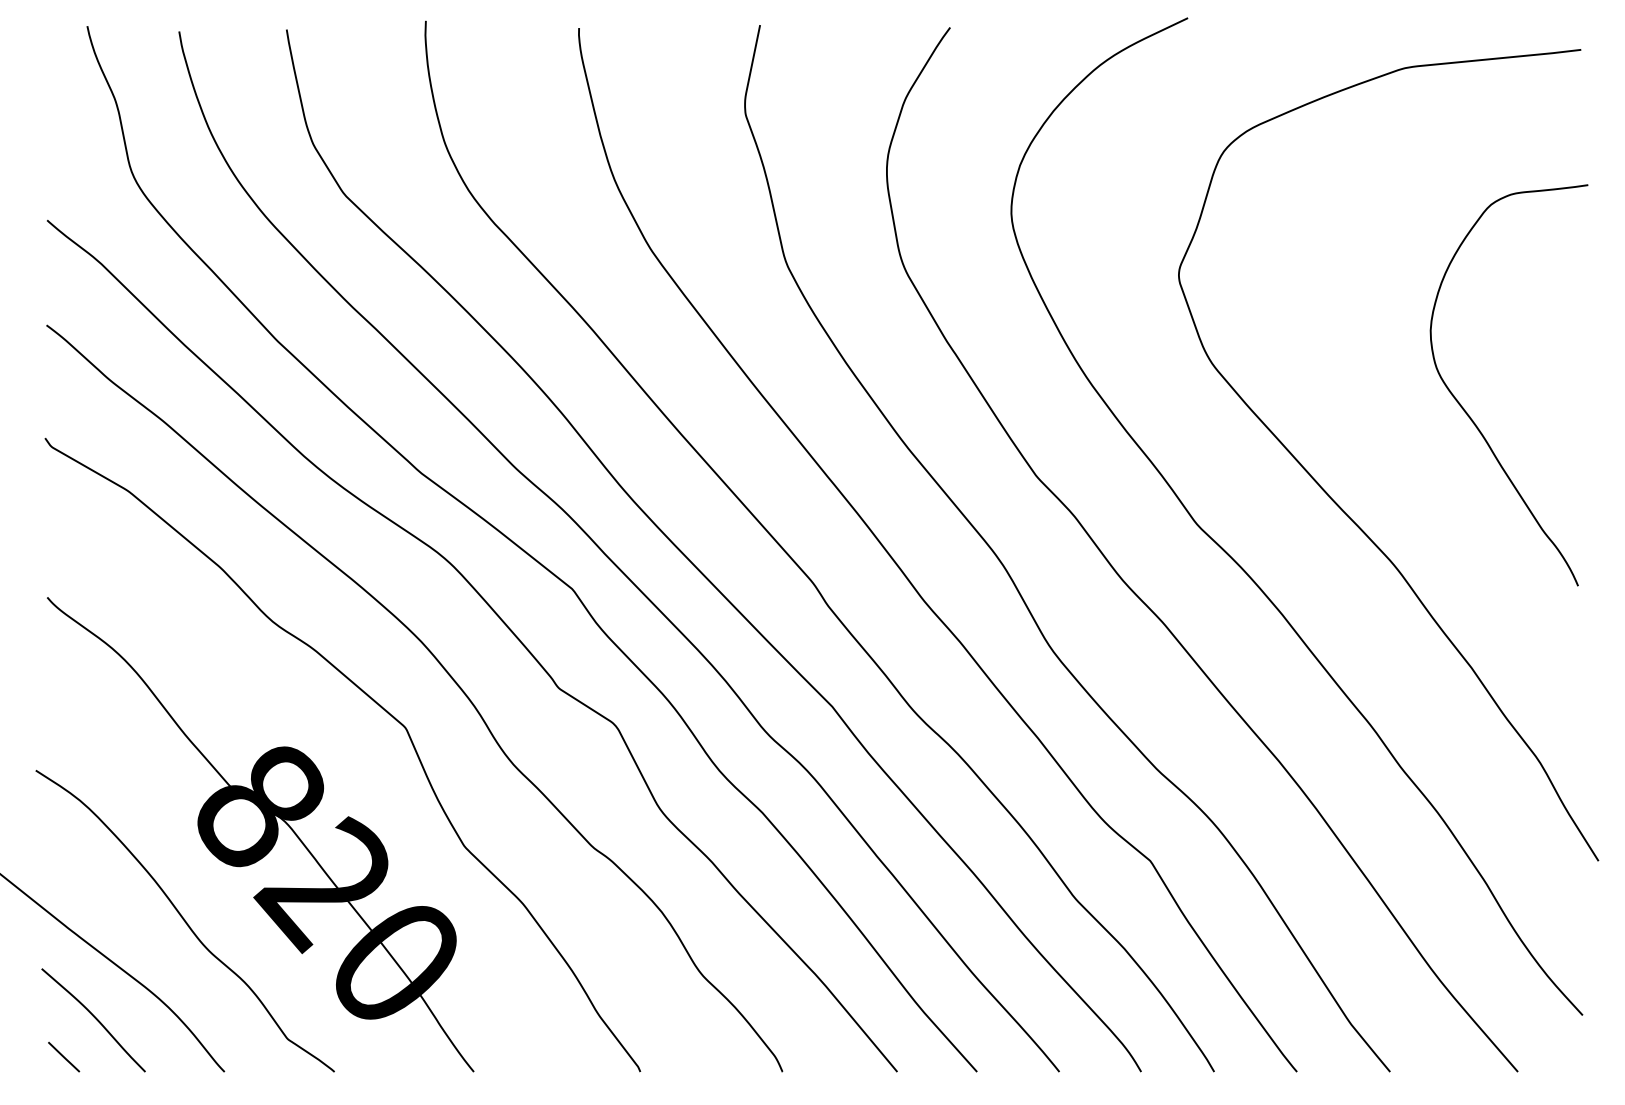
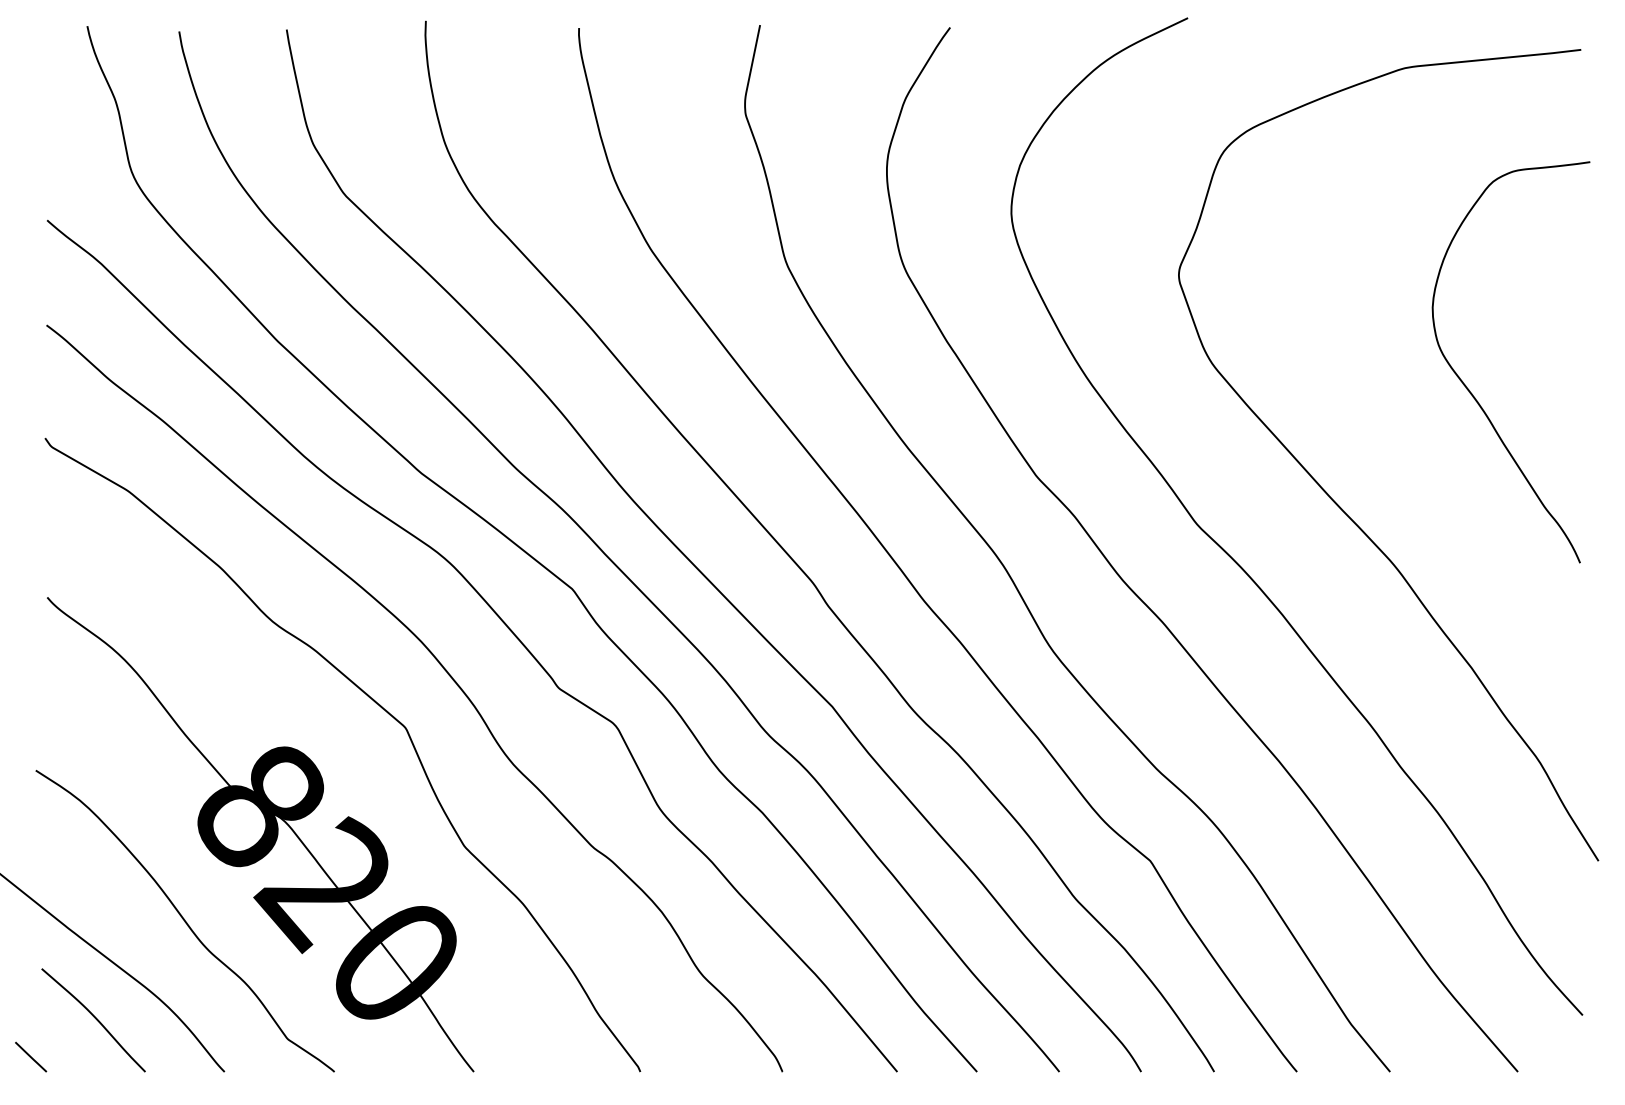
curve at (1470, 416) position: (1470, 416) -> (1472, 393)
line at (64, 1056) position: (64, 1056) -> (31, 1056)
